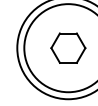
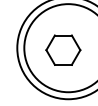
part at (68, 47) position: (68, 47) -> (63, 49)
